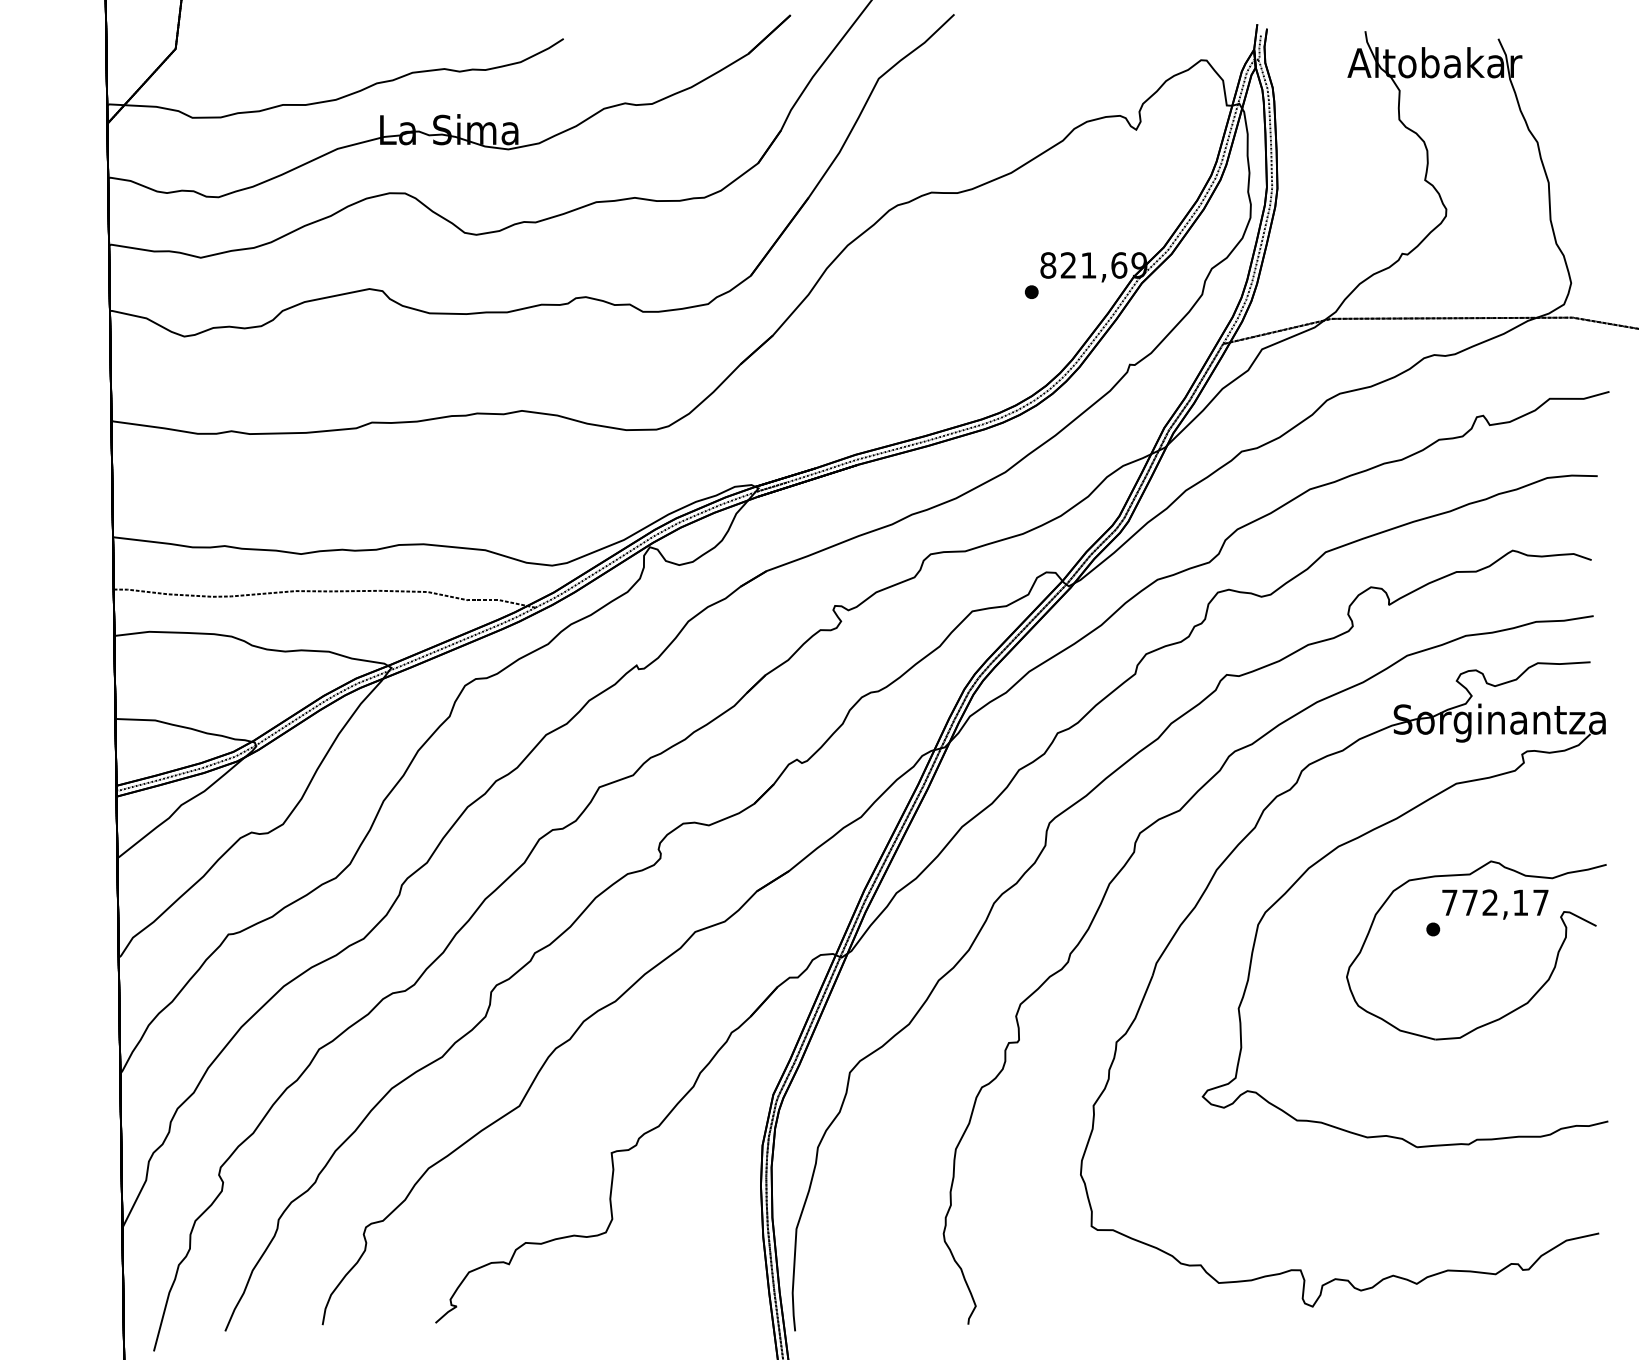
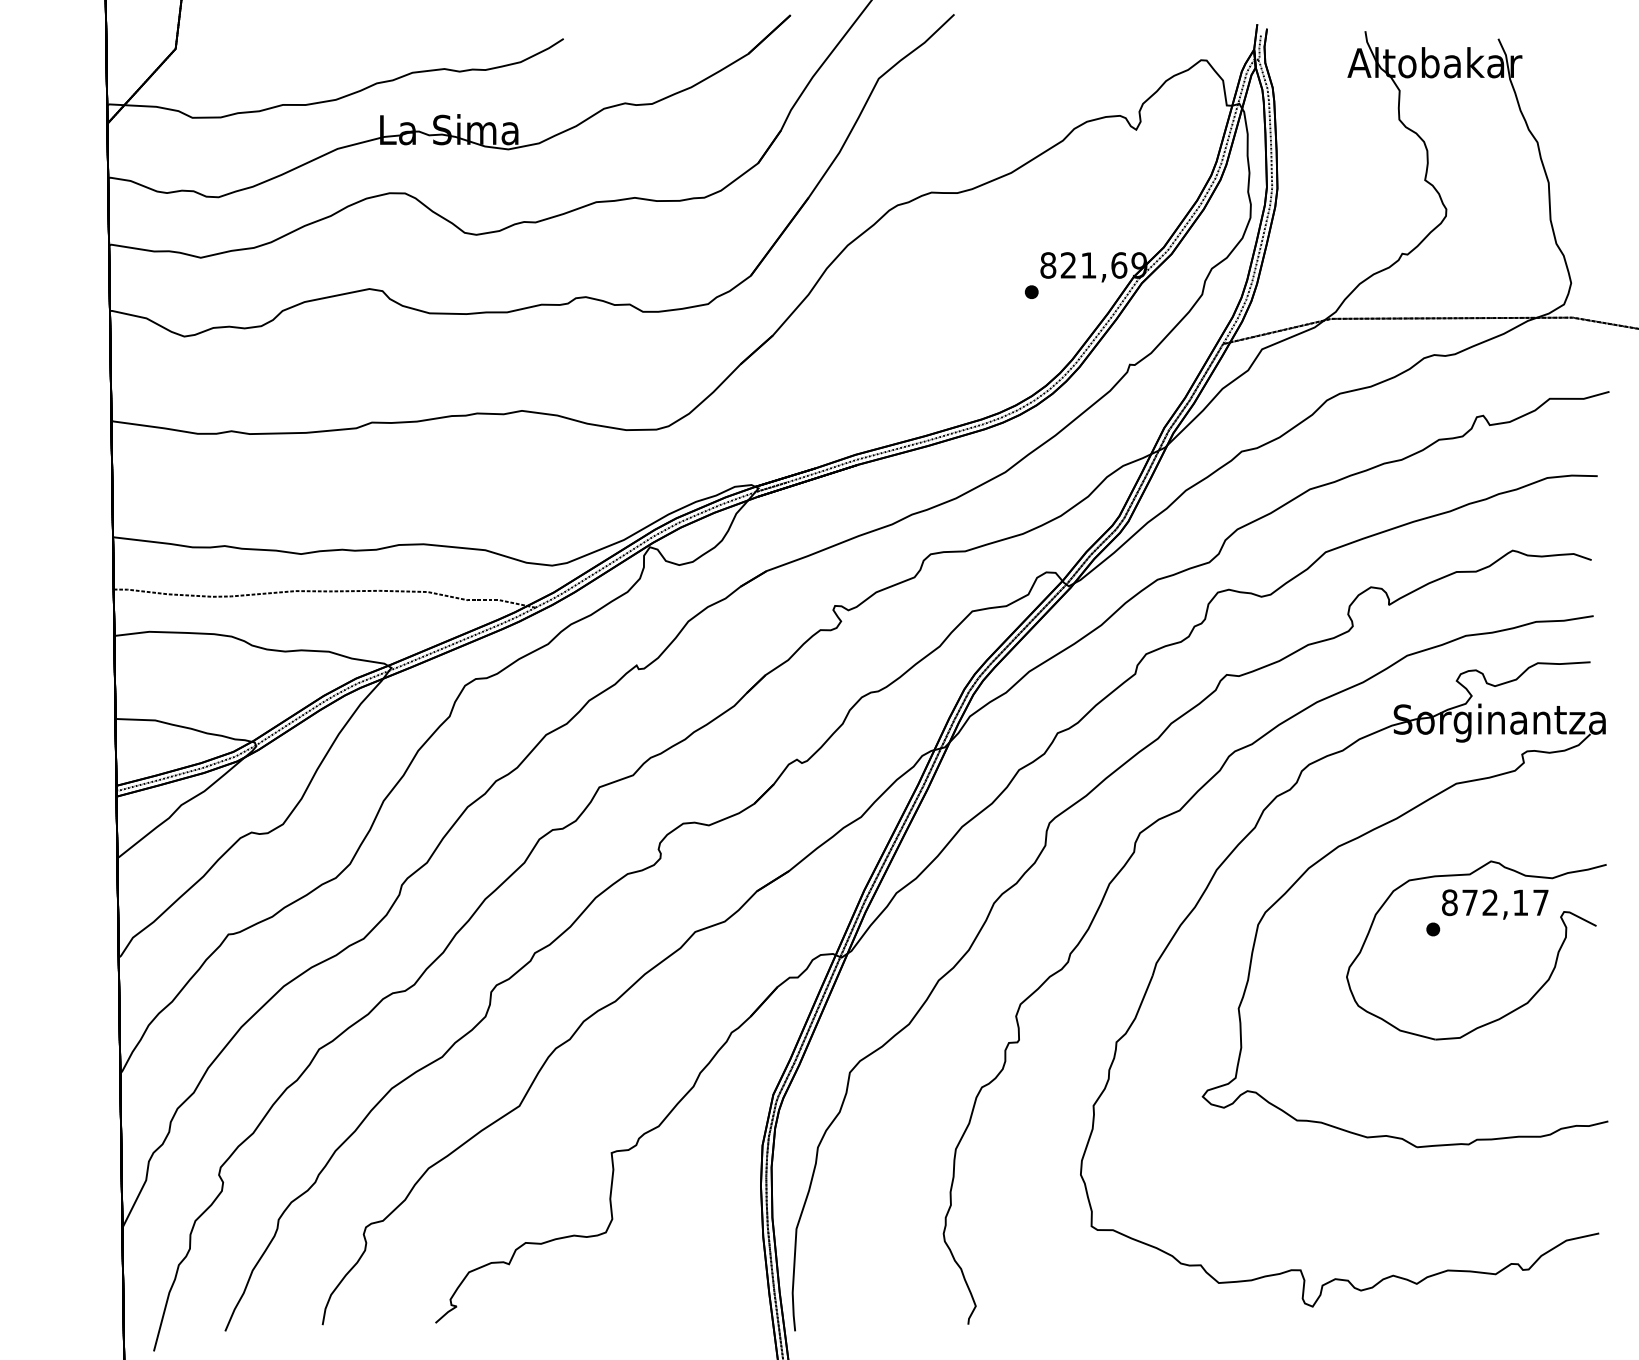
text at (1449, 902): 772,17 -> 872,17
